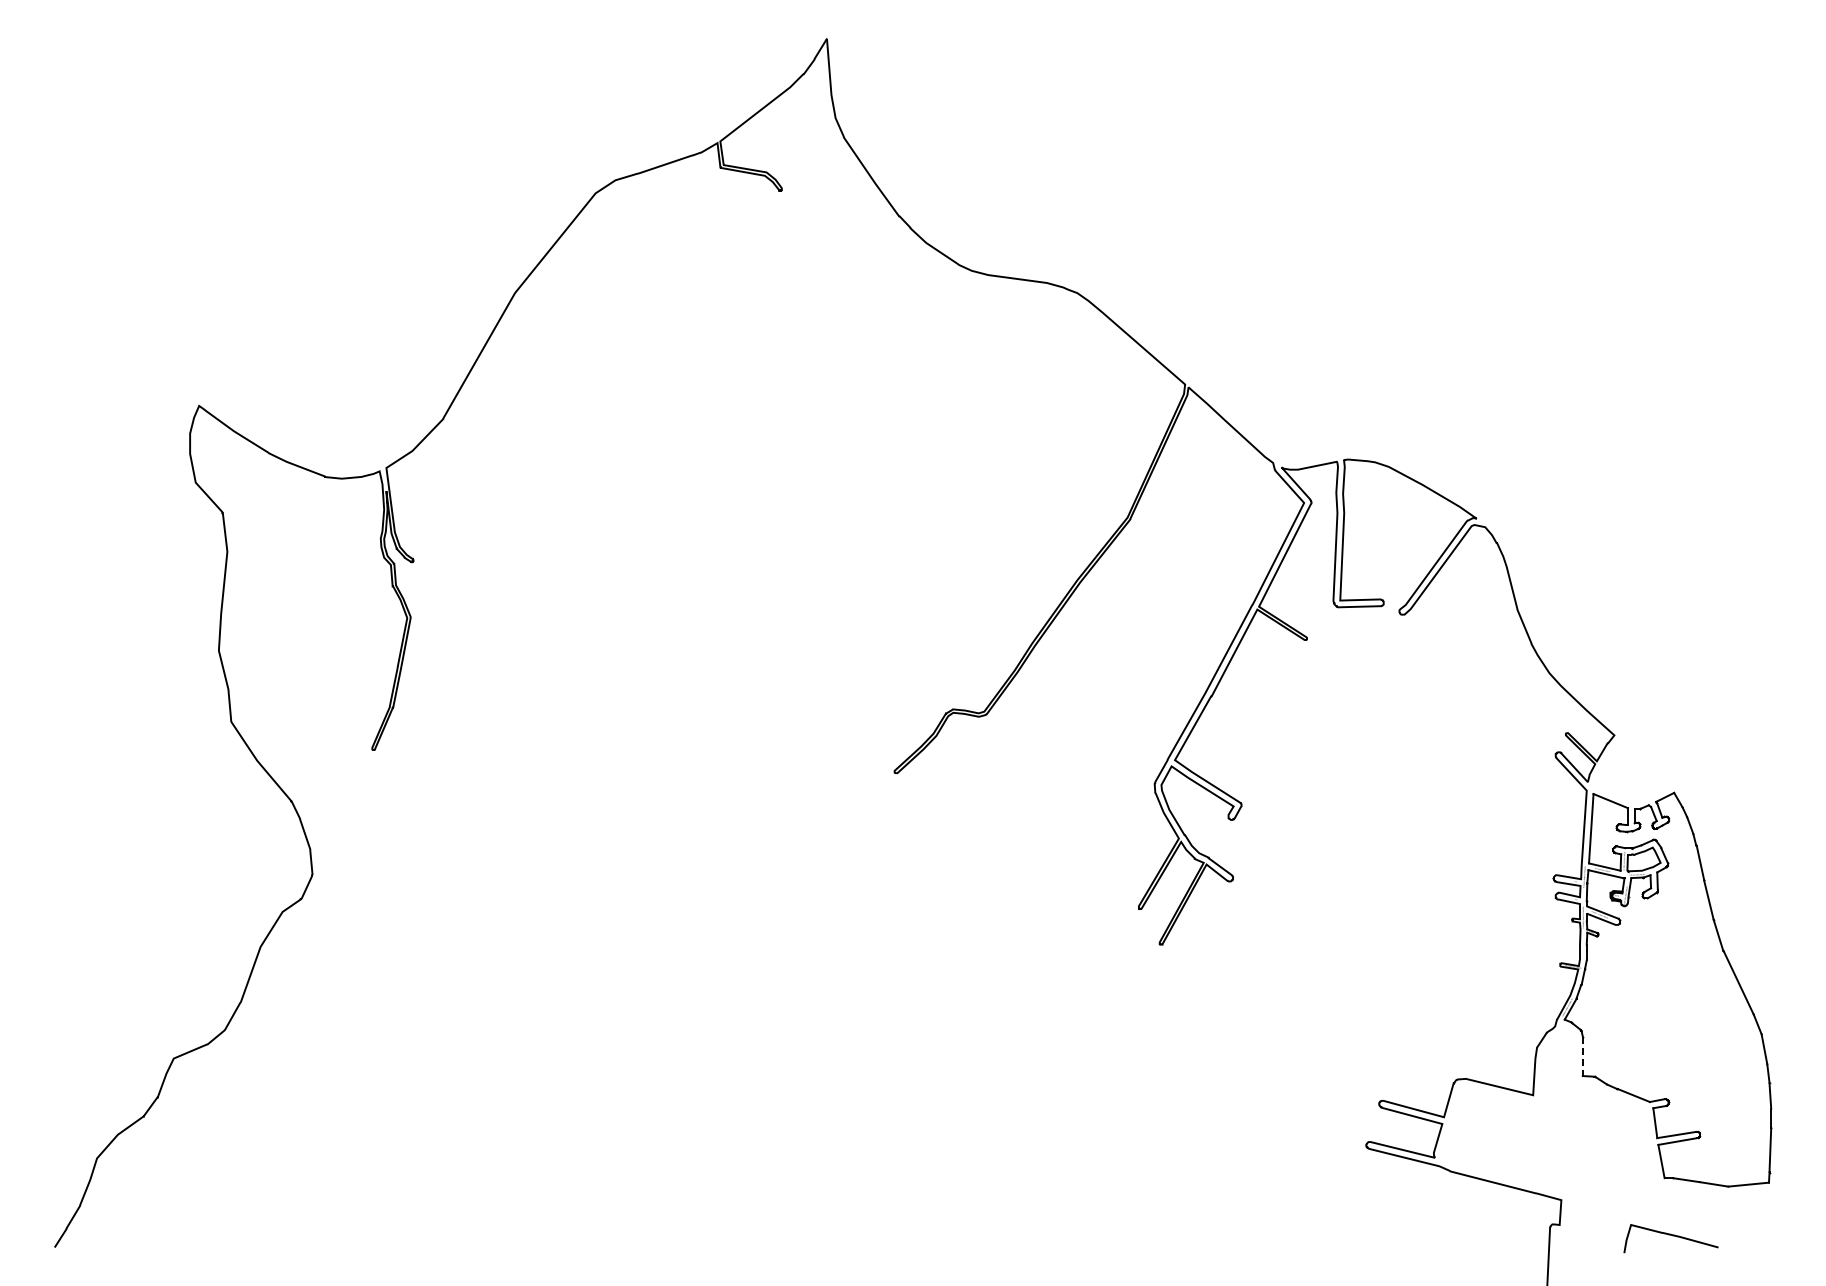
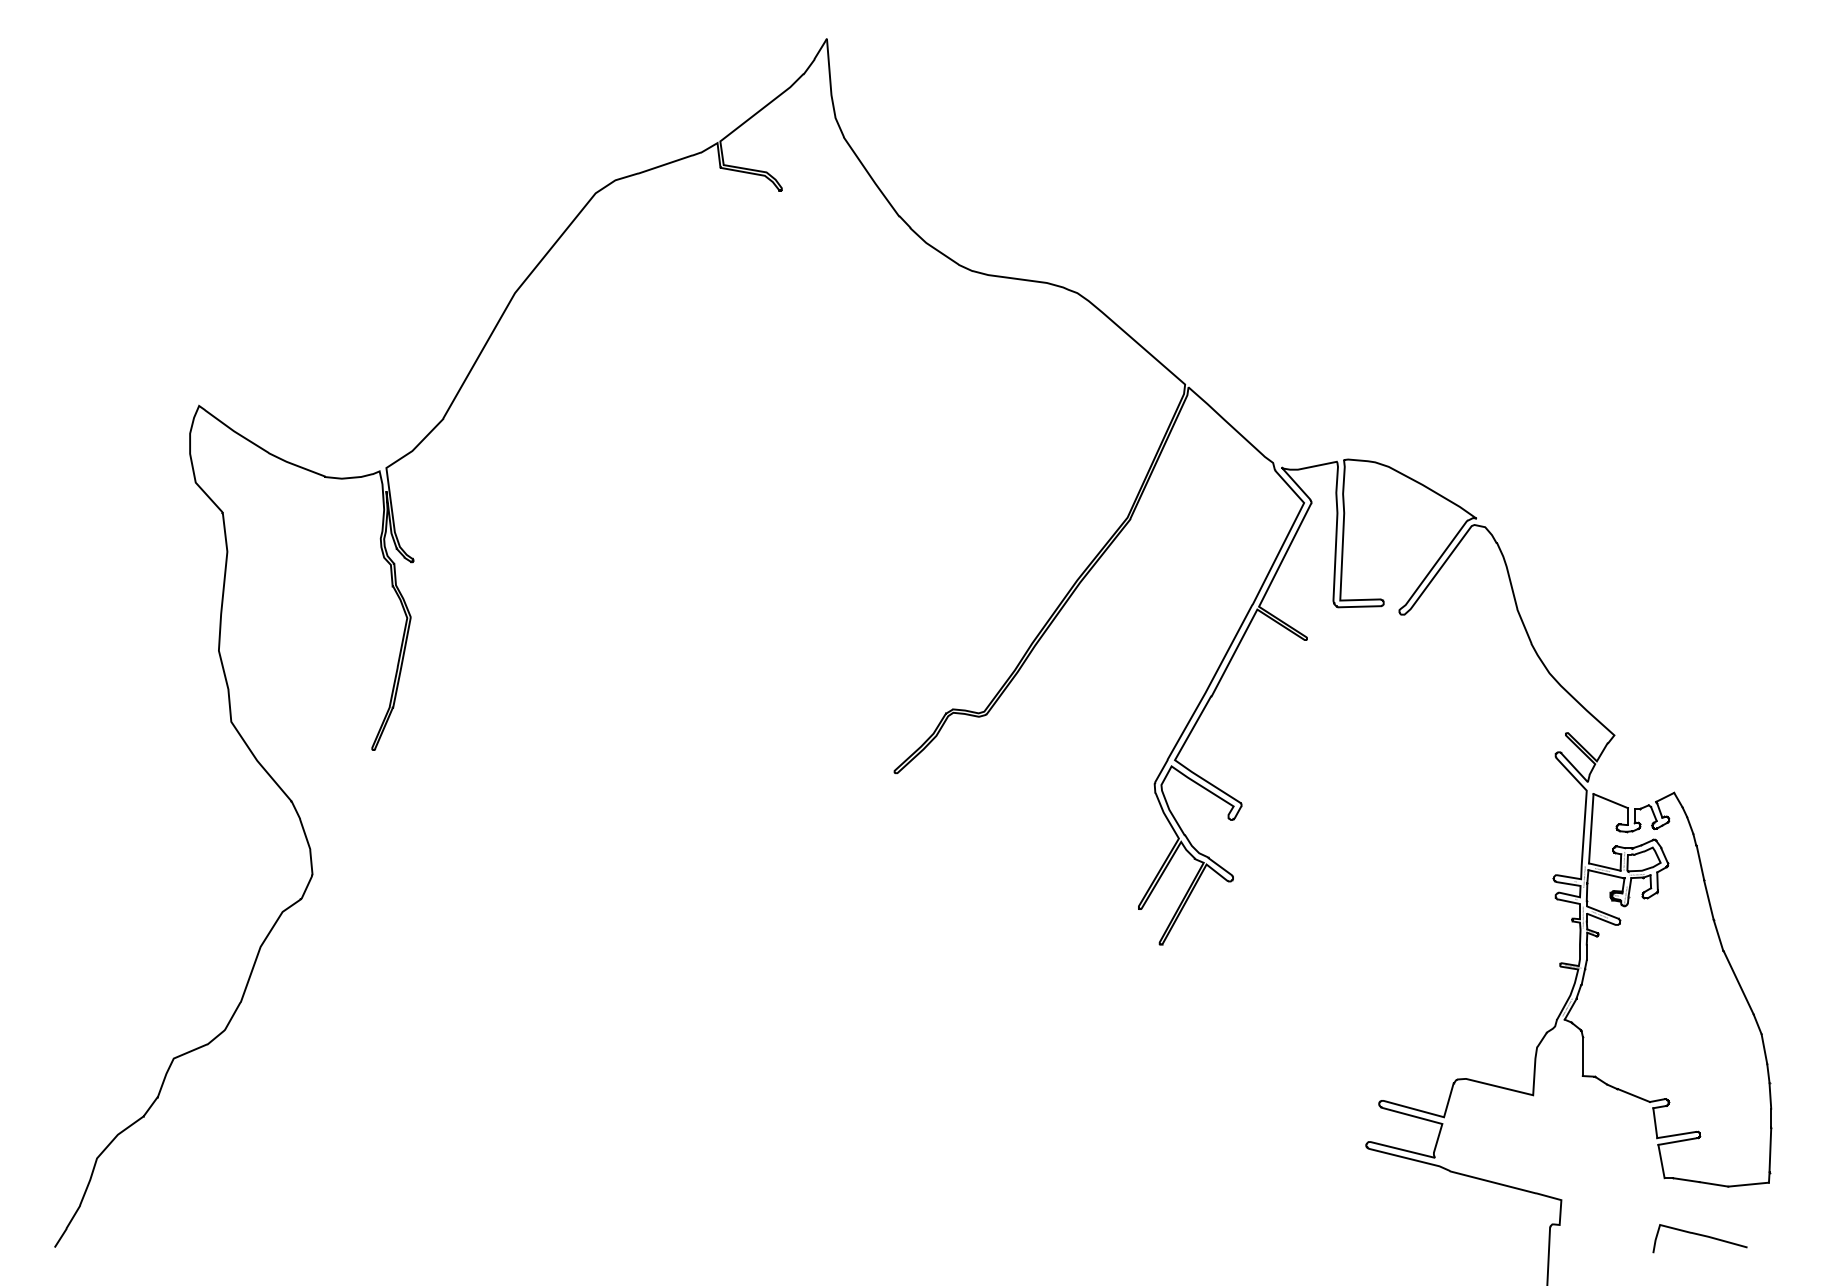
line at (1582, 1057): dashed -> solid
curve at (1672, 1236) position: (1672, 1236) -> (1701, 1236)
